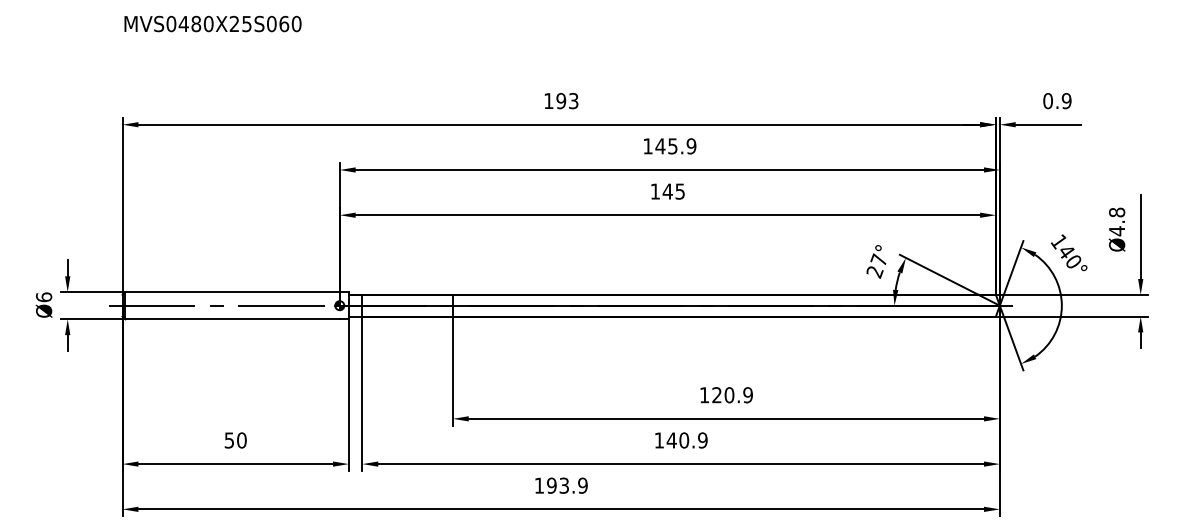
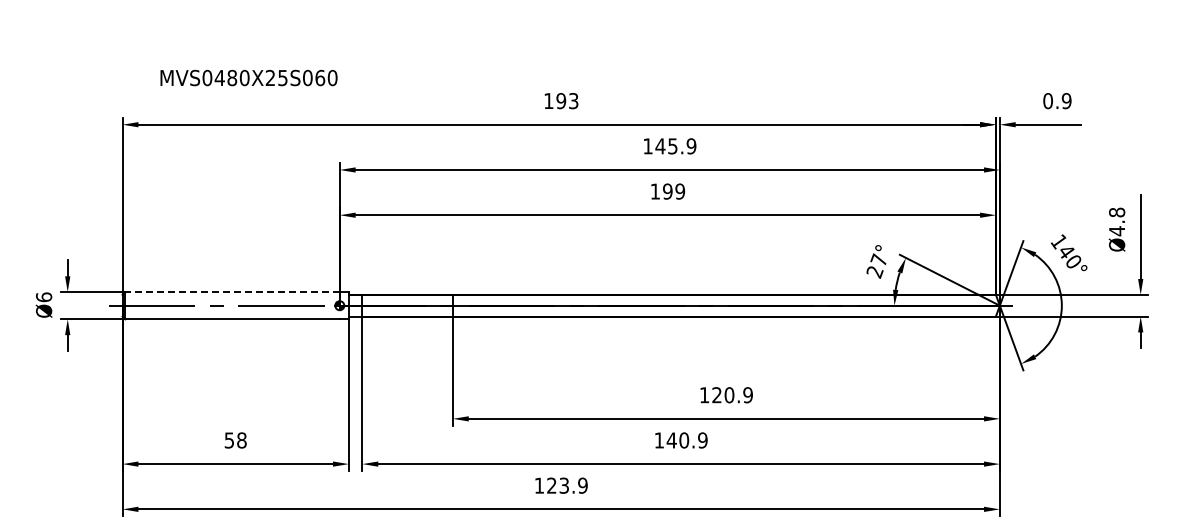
text at (212, 23) position: (212, 23) -> (248, 77)
text at (673, 191): 145 -> 199
line at (232, 292): solid -> dashed
text at (241, 440): 50 -> 58
text at (551, 485): 193.9 -> 123.9
